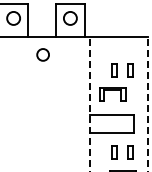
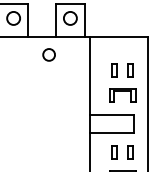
circle at (42, 54) position: (42, 54) -> (48, 54)
part at (112, 94) position: (112, 94) -> (122, 95)
line at (89, 104): dashed -> solid
line at (148, 104): dashed -> solid
